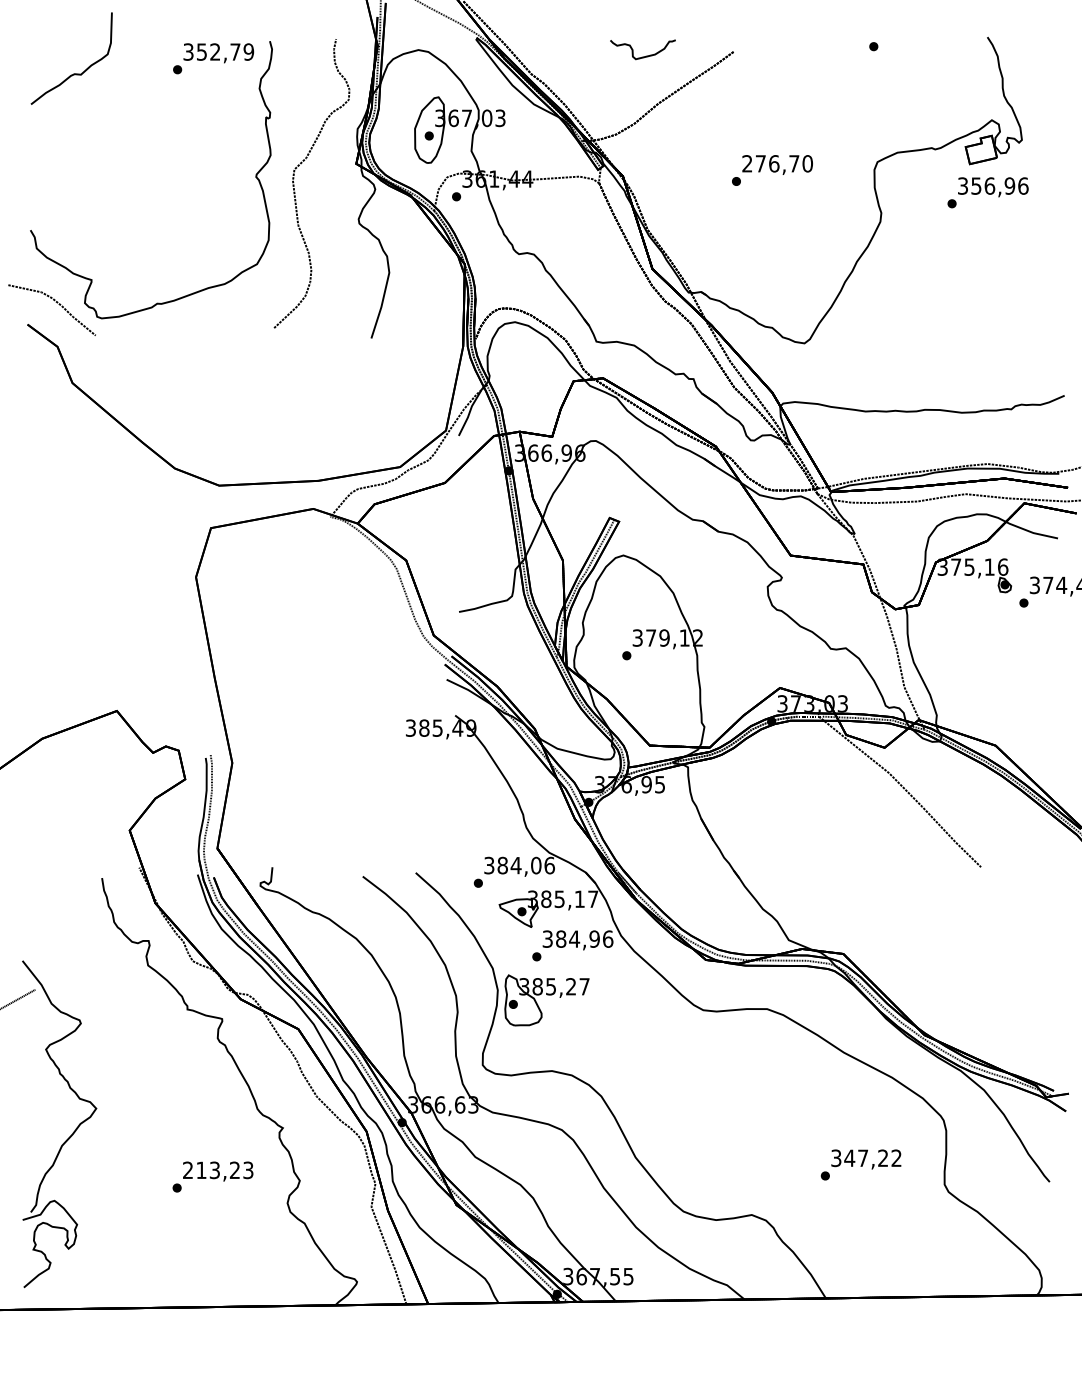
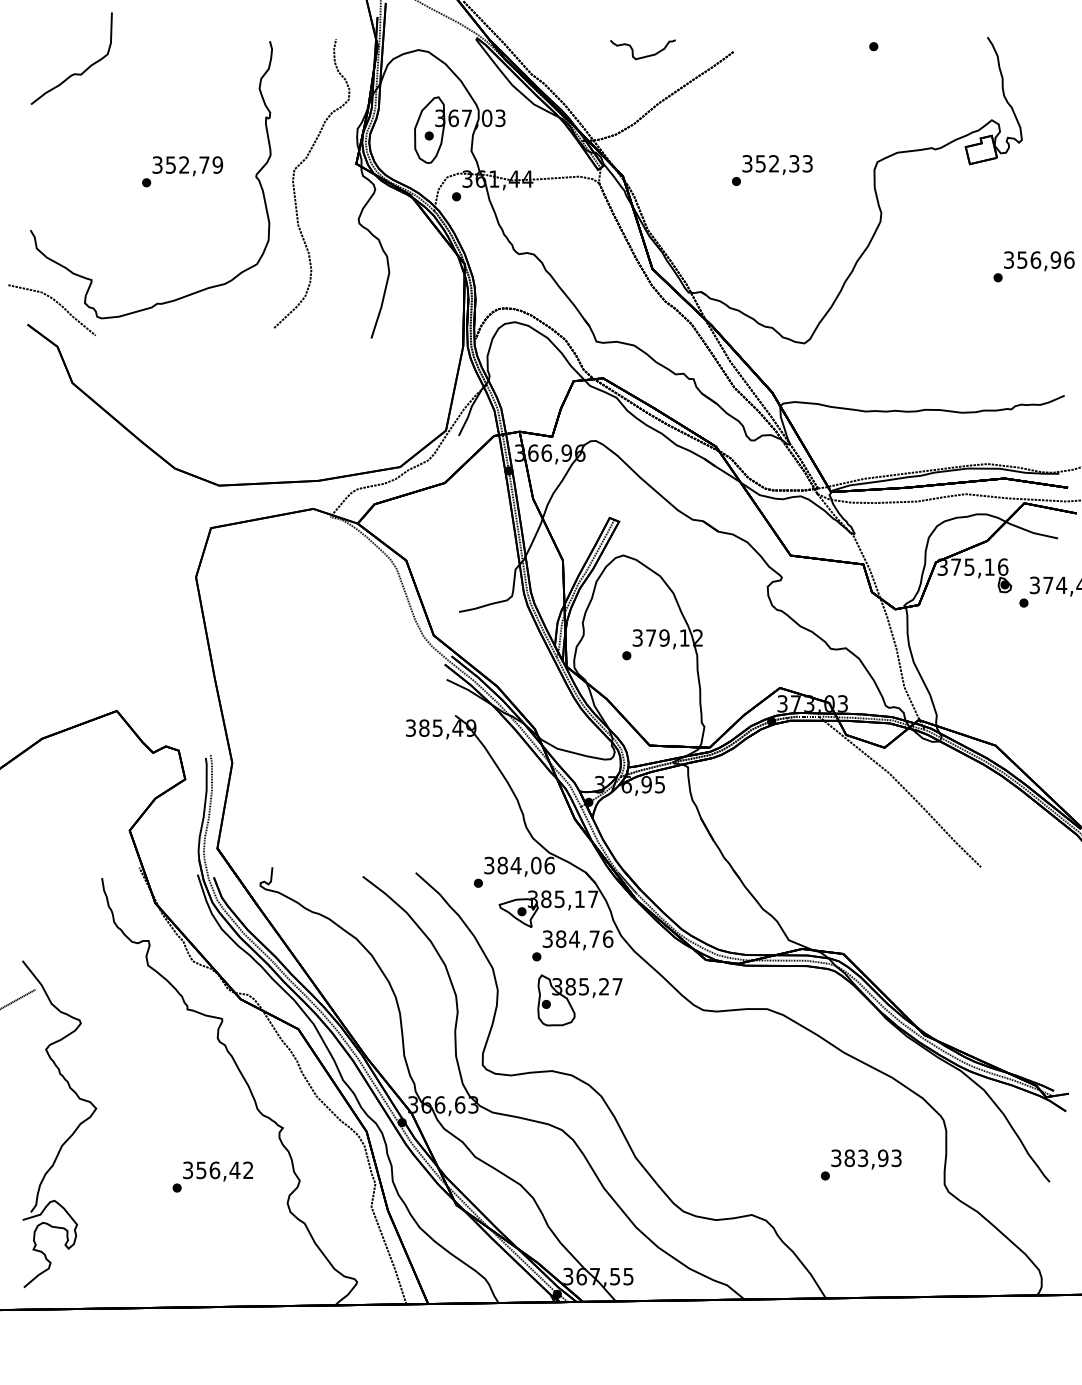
text at (213, 58) position: (213, 58) -> (182, 171)
text at (777, 163): 276,70 -> 352,33
text at (987, 192) position: (987, 192) -> (1033, 266)
text at (594, 938): 384,96 -> 384,76
part at (546, 1000) position: (546, 1000) -> (579, 1000)
text at (872, 1158): 347,22 -> 383,93
text at (218, 1170): 213,23 -> 356,42
